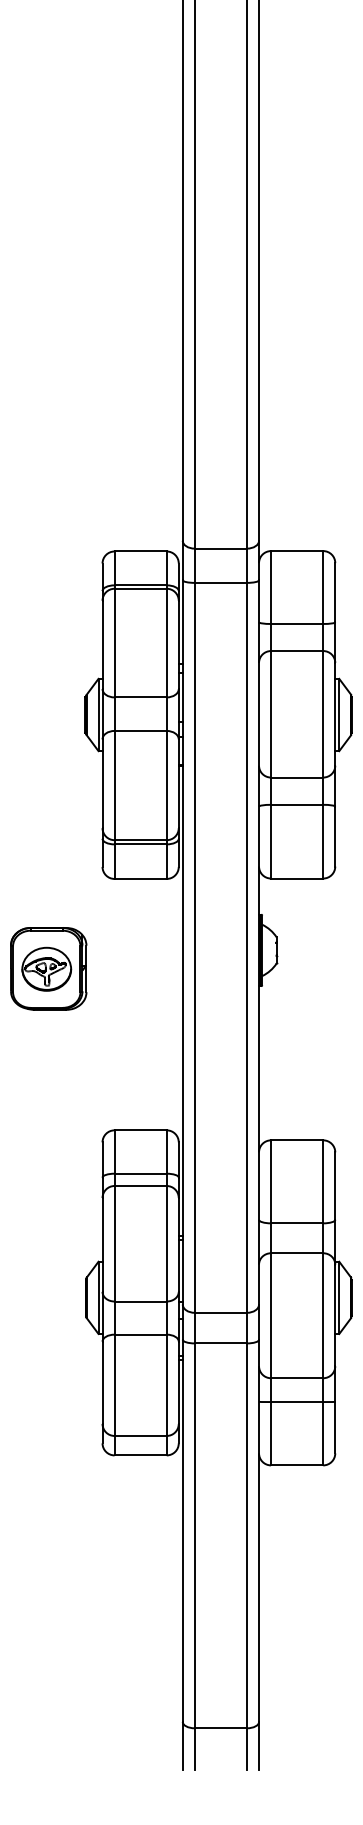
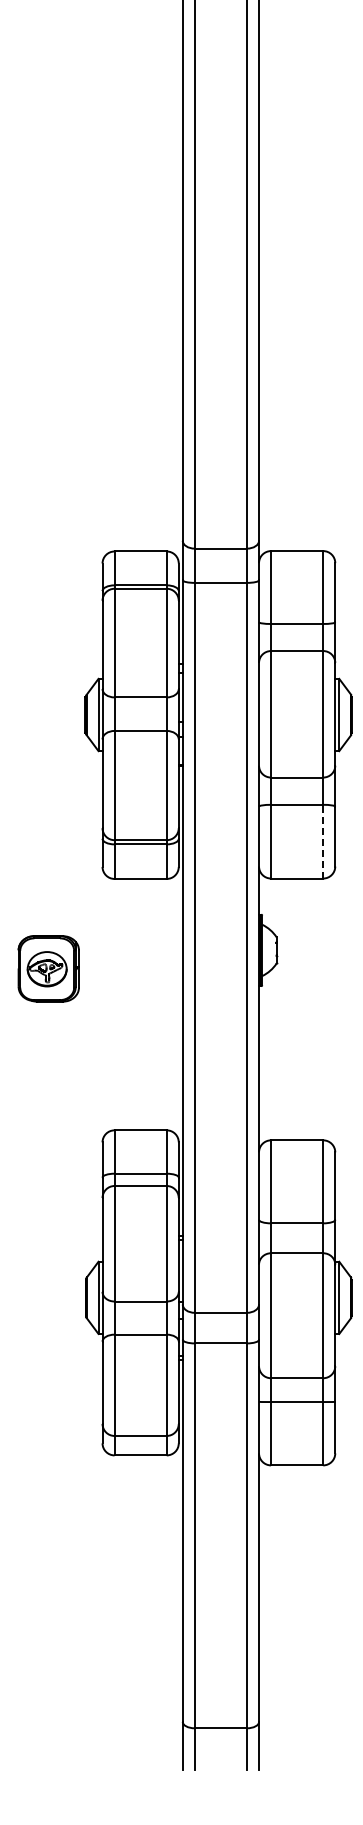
line at (323, 841): solid -> dashed
part at (48, 968) size: 78x84 px -> 63x68 px
